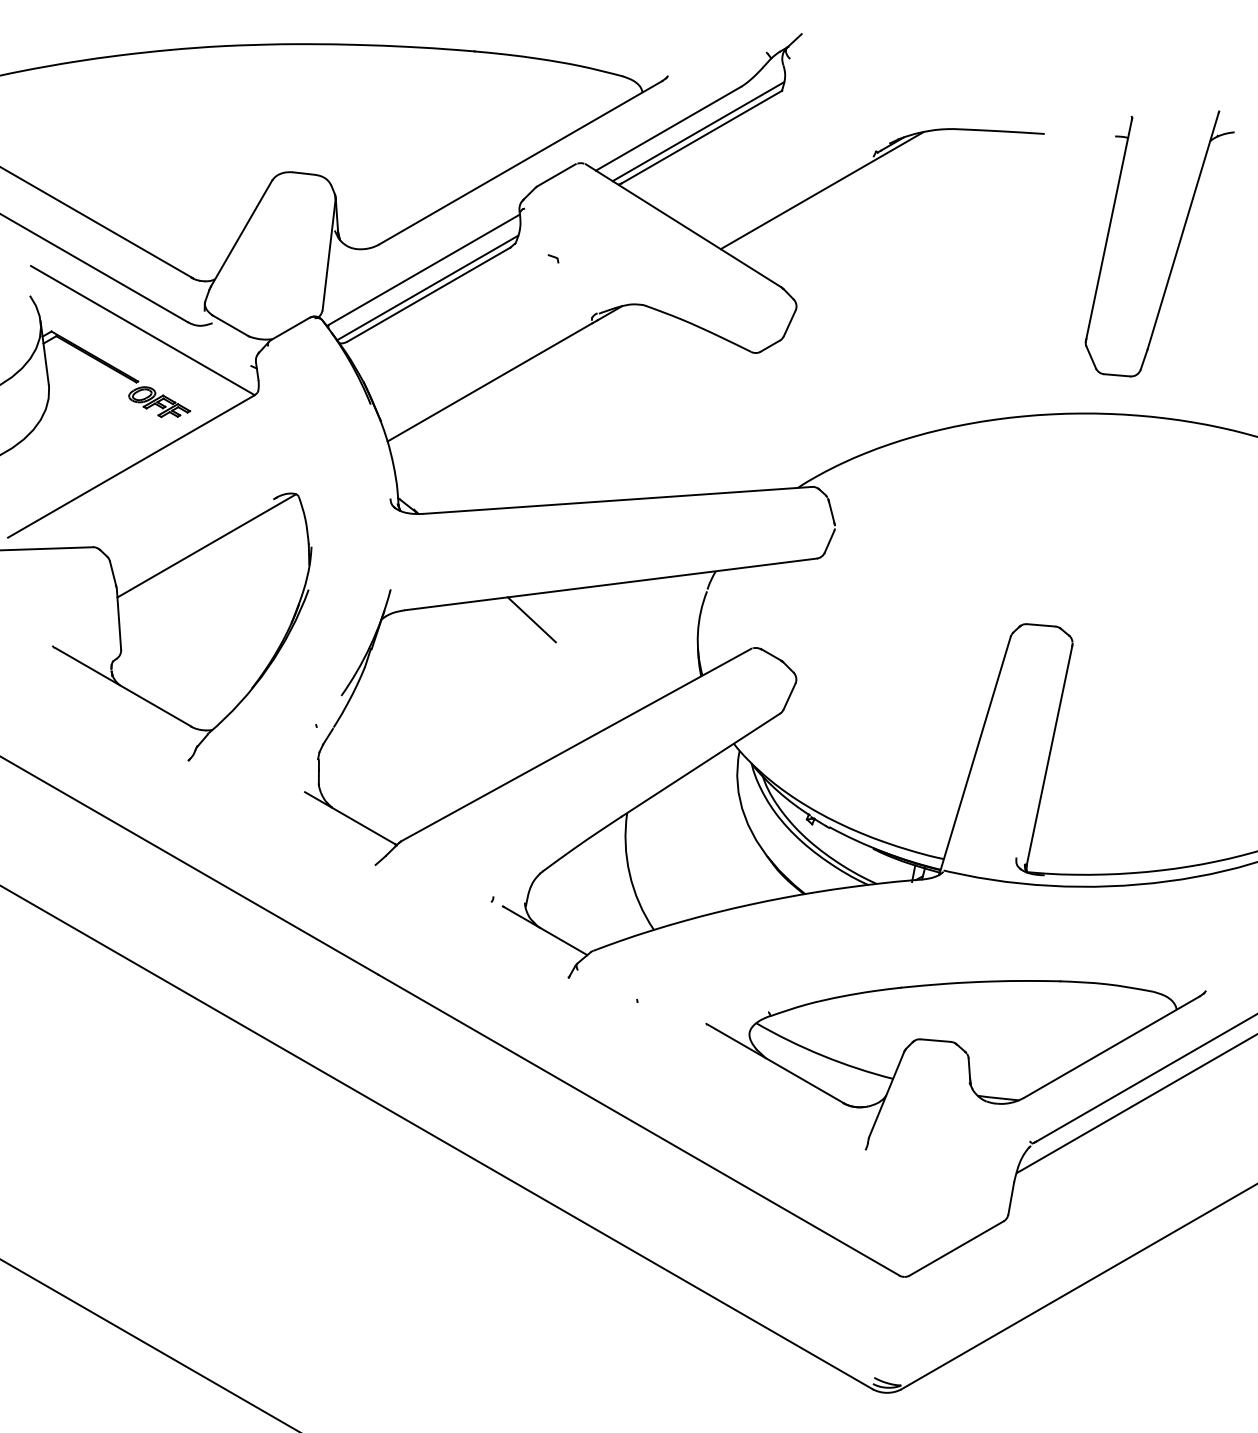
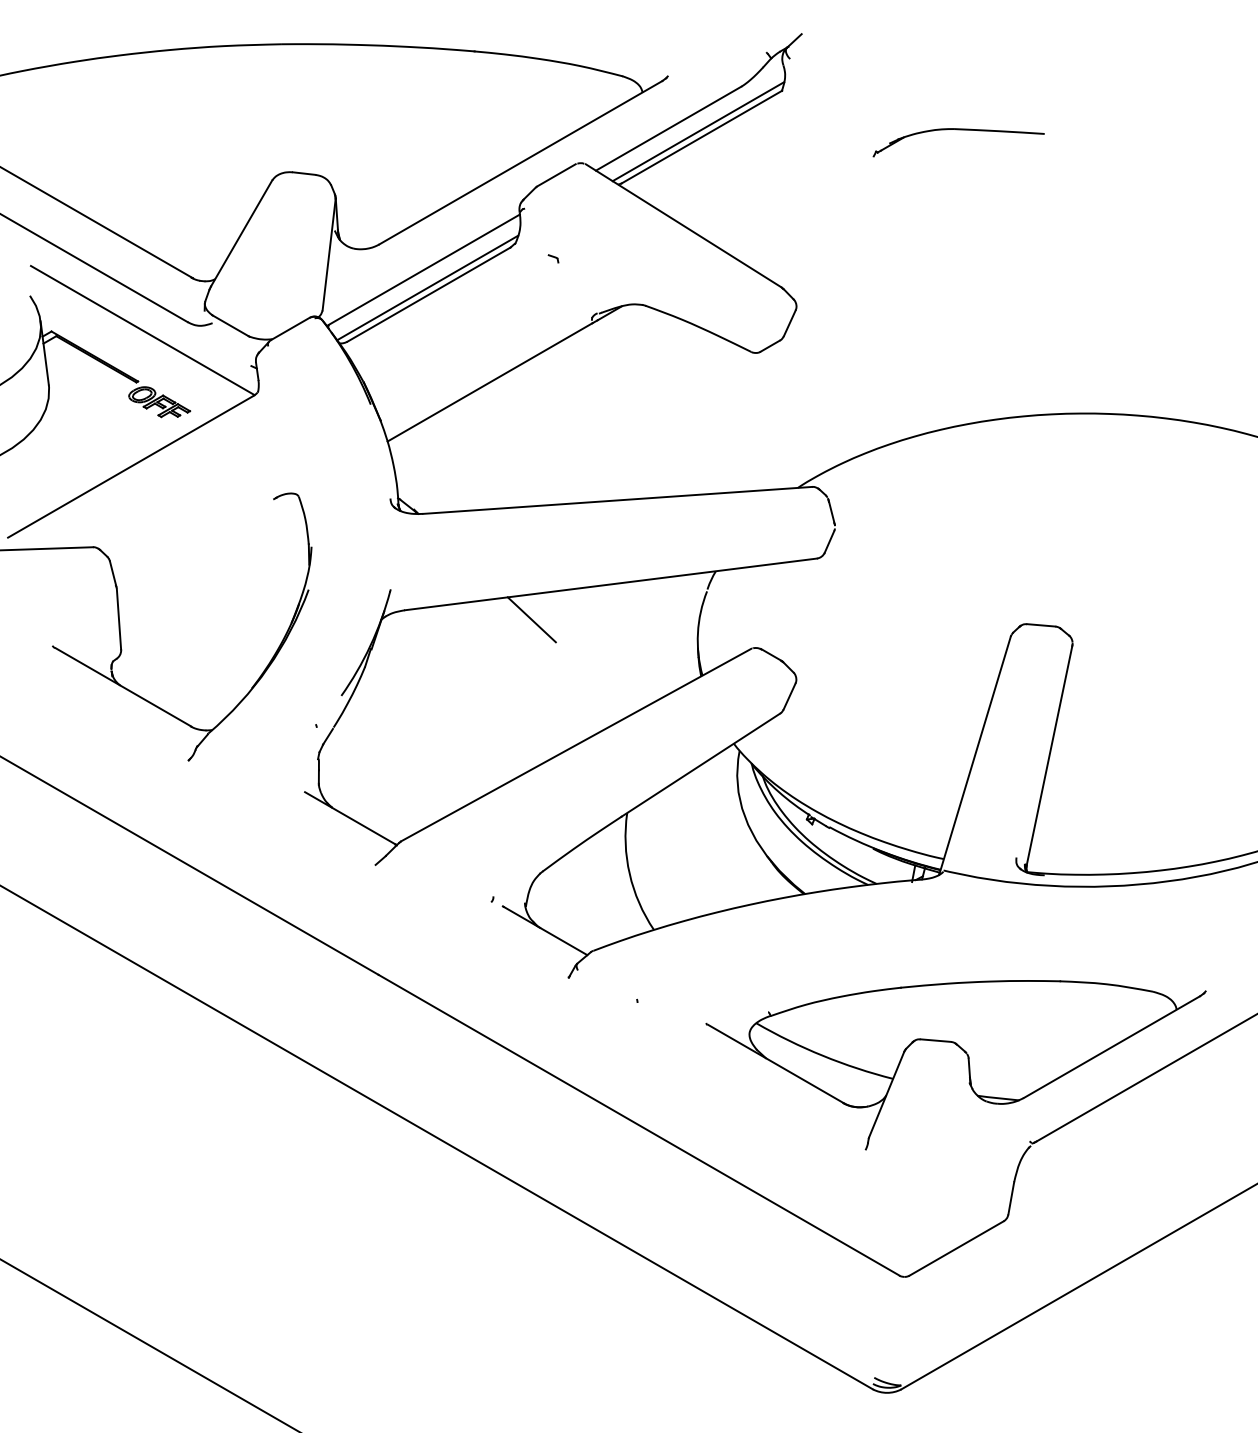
line at (821, 190): present -> none
part at (1176, 249): present -> none
line at (206, 545): present -> none
line at (1135, 1104): present -> none
